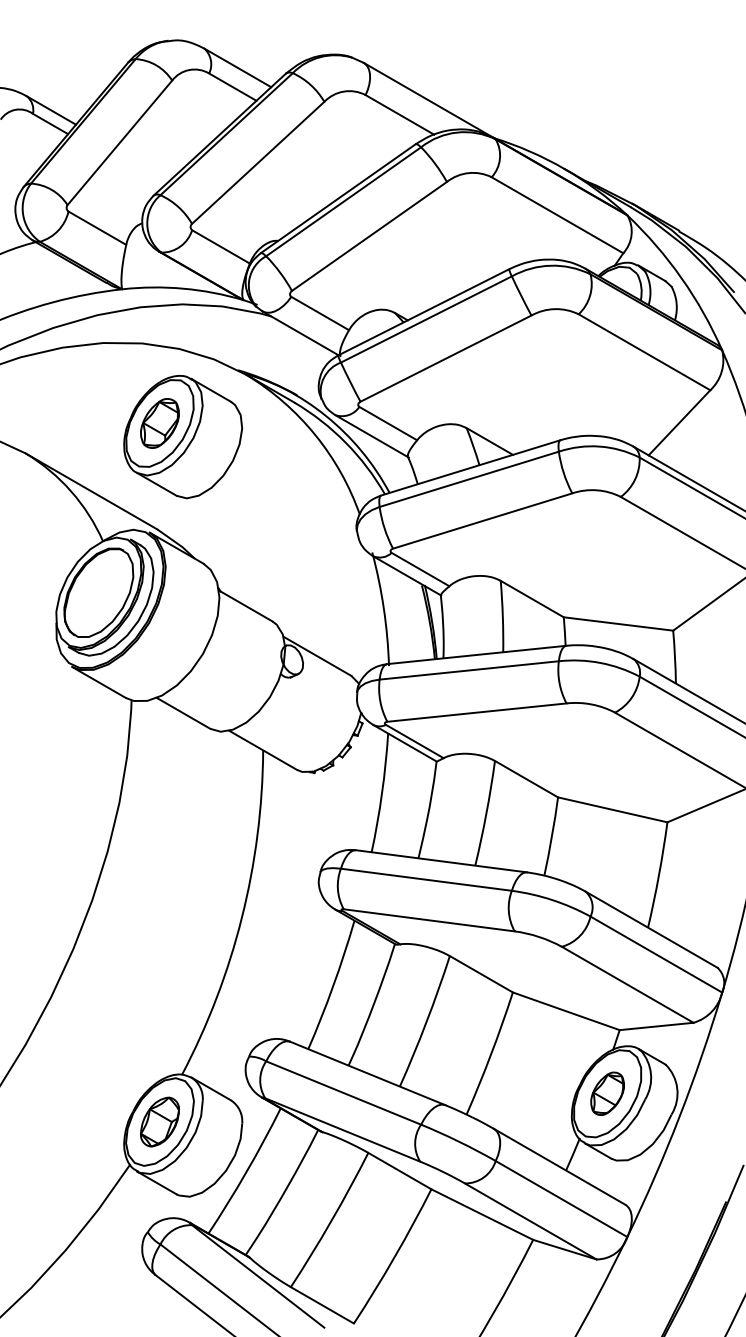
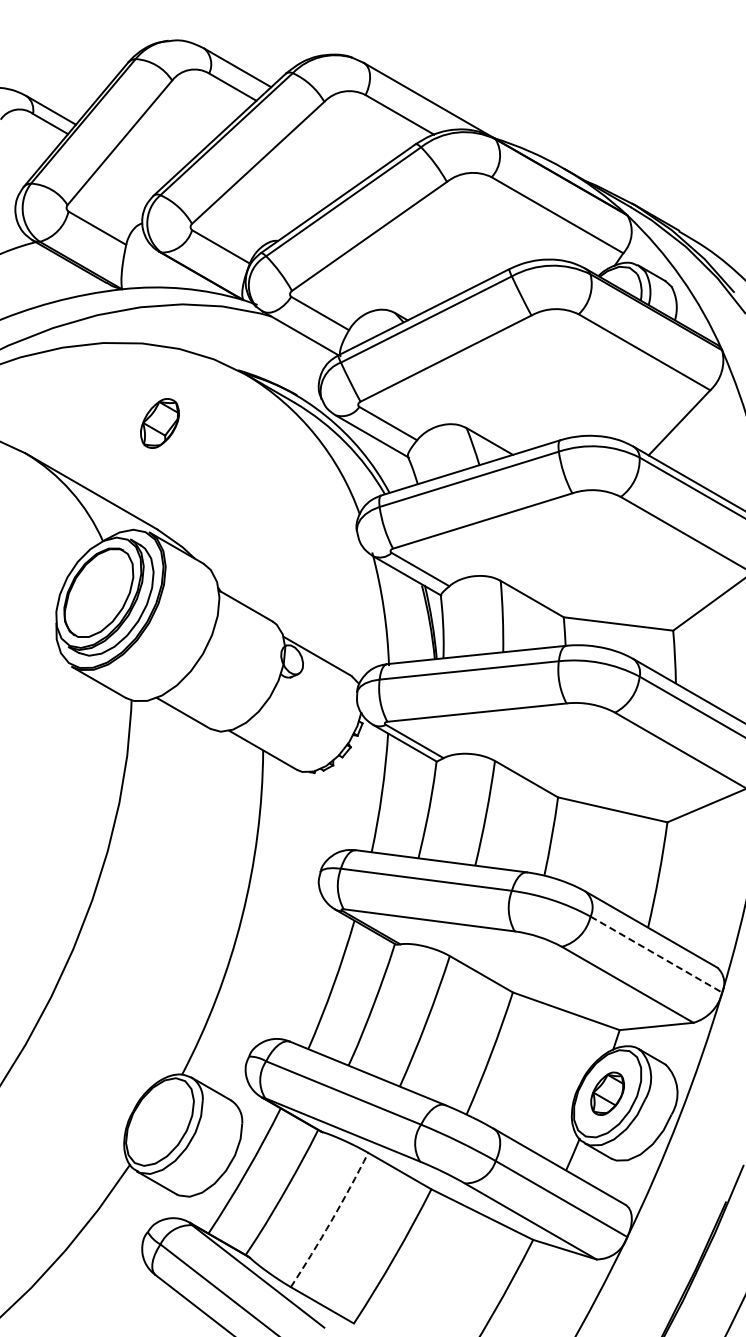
part at (183, 436): present -> none
line at (656, 954): solid -> dashed
part at (159, 1121): present -> none
arc at (331, 1221): solid -> dashed
